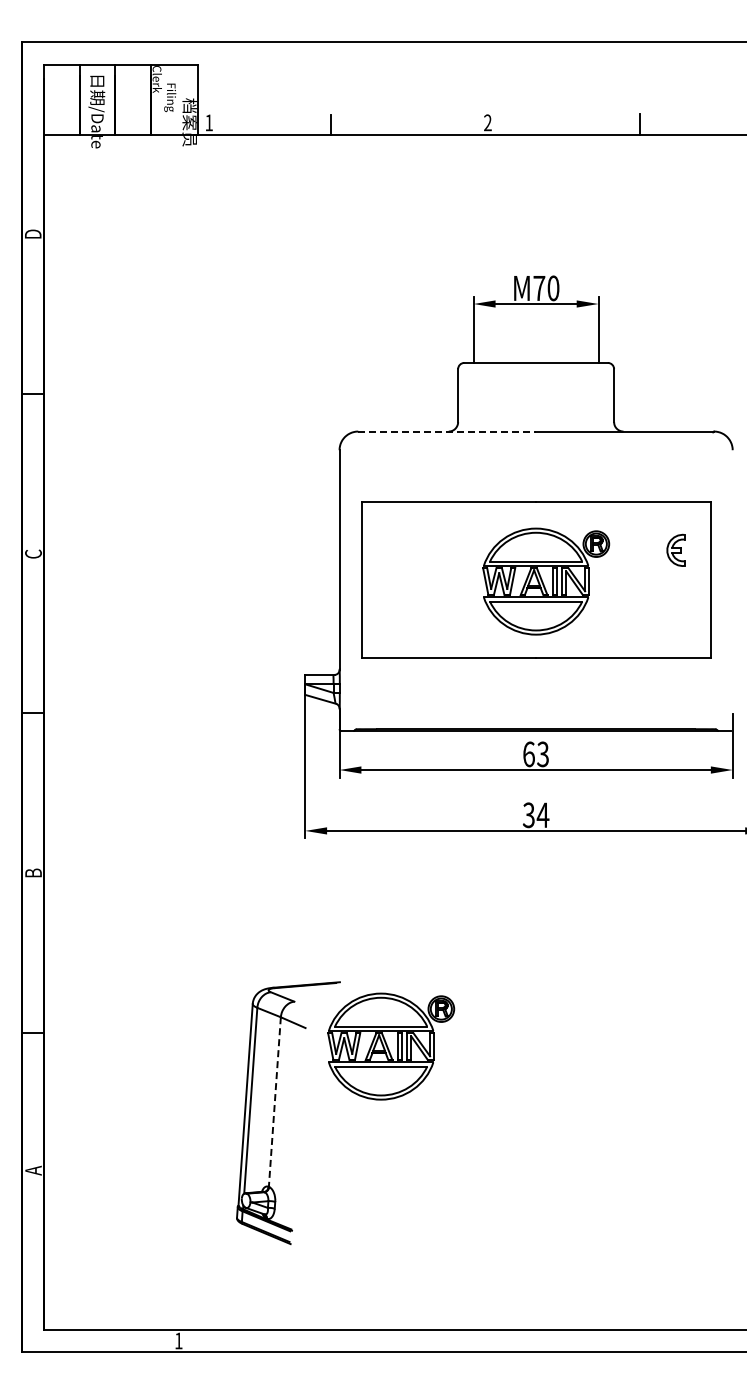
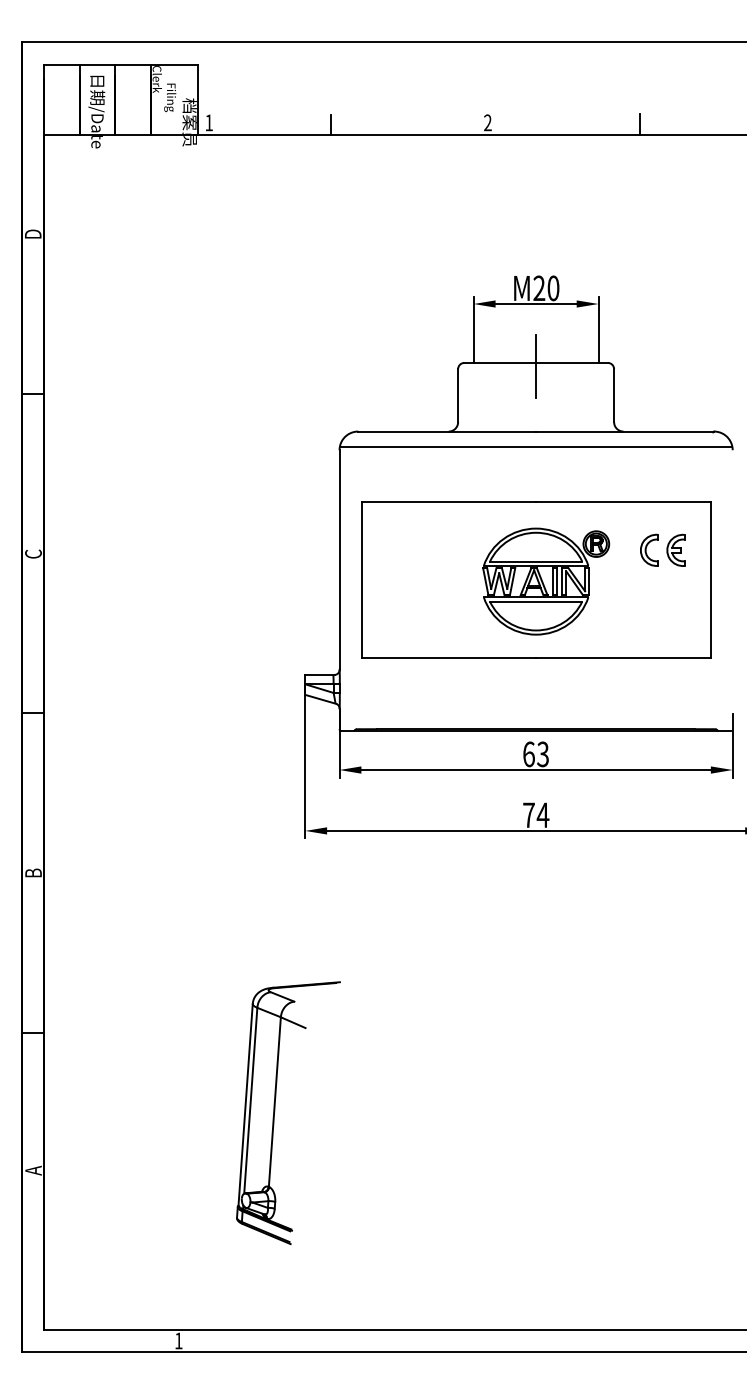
text at (539, 287): M70 -> M20
line at (536, 366): none -> present
line at (447, 431): dashed -> solid
line at (535, 446): none -> present
part at (649, 549): none -> present
text at (528, 815): 34 -> 74
part at (391, 1046): present -> none
line at (274, 1102): dashed -> solid
